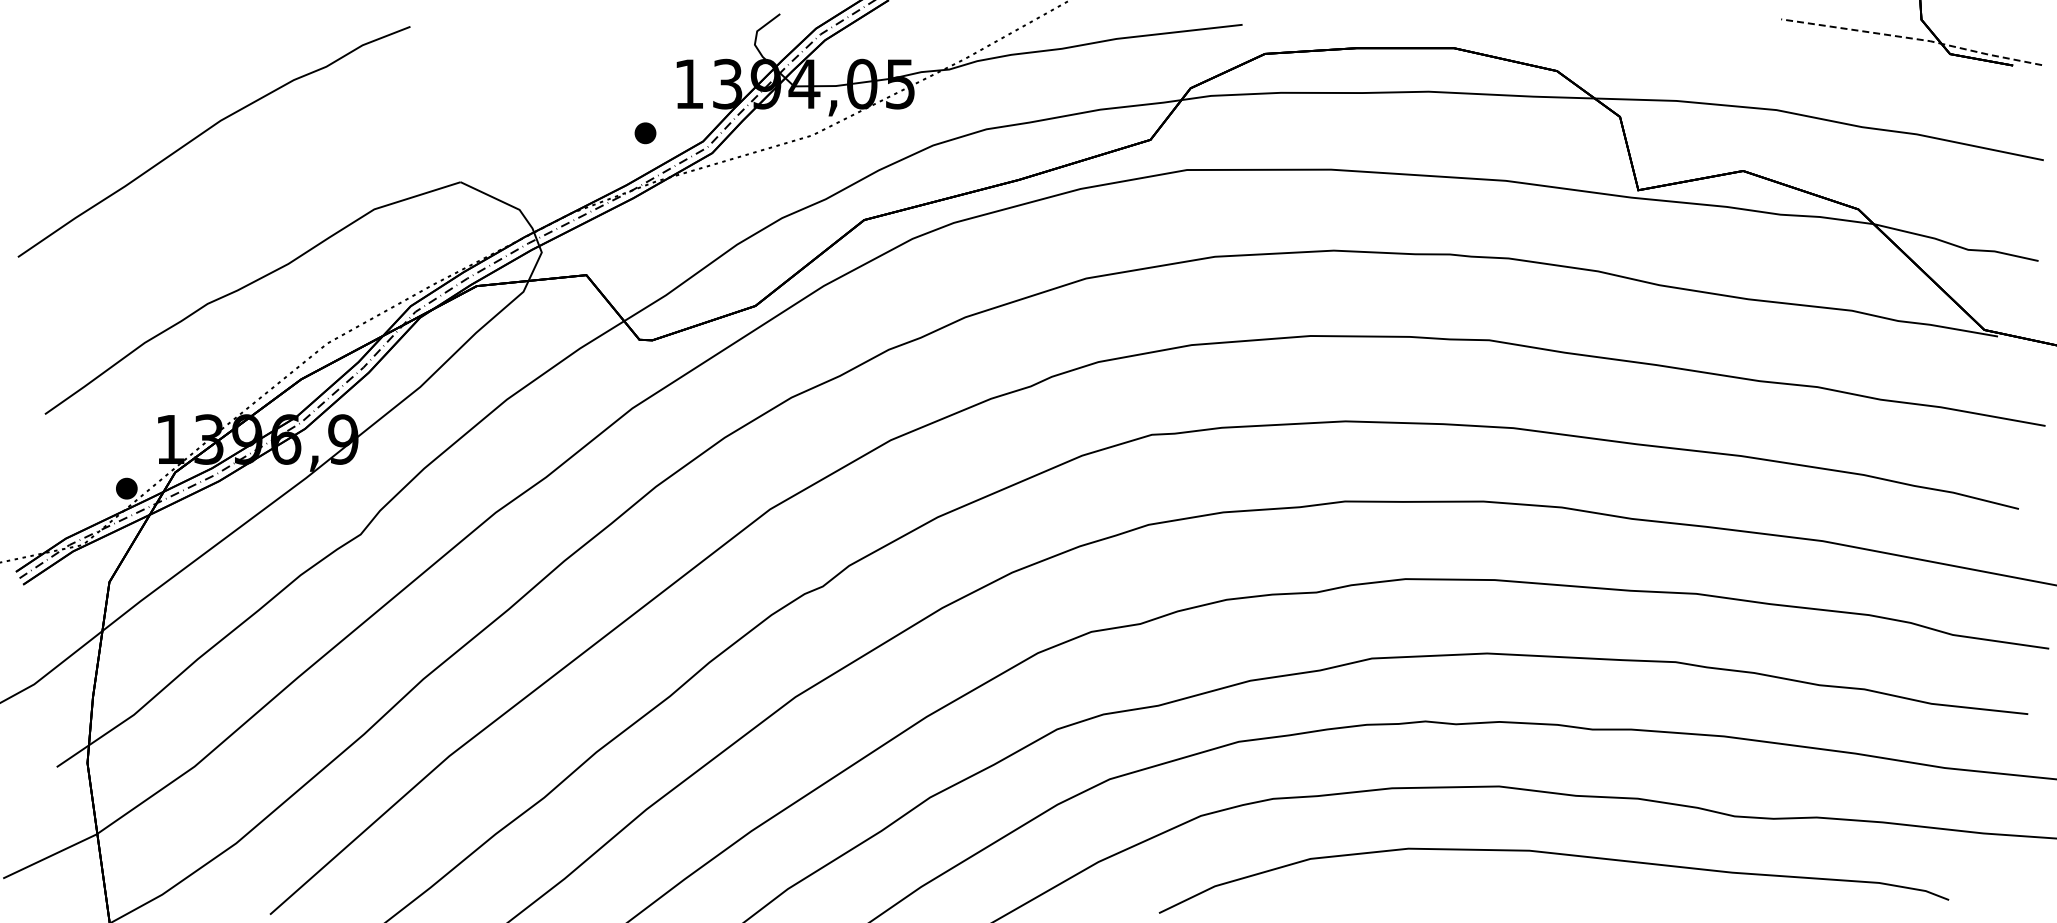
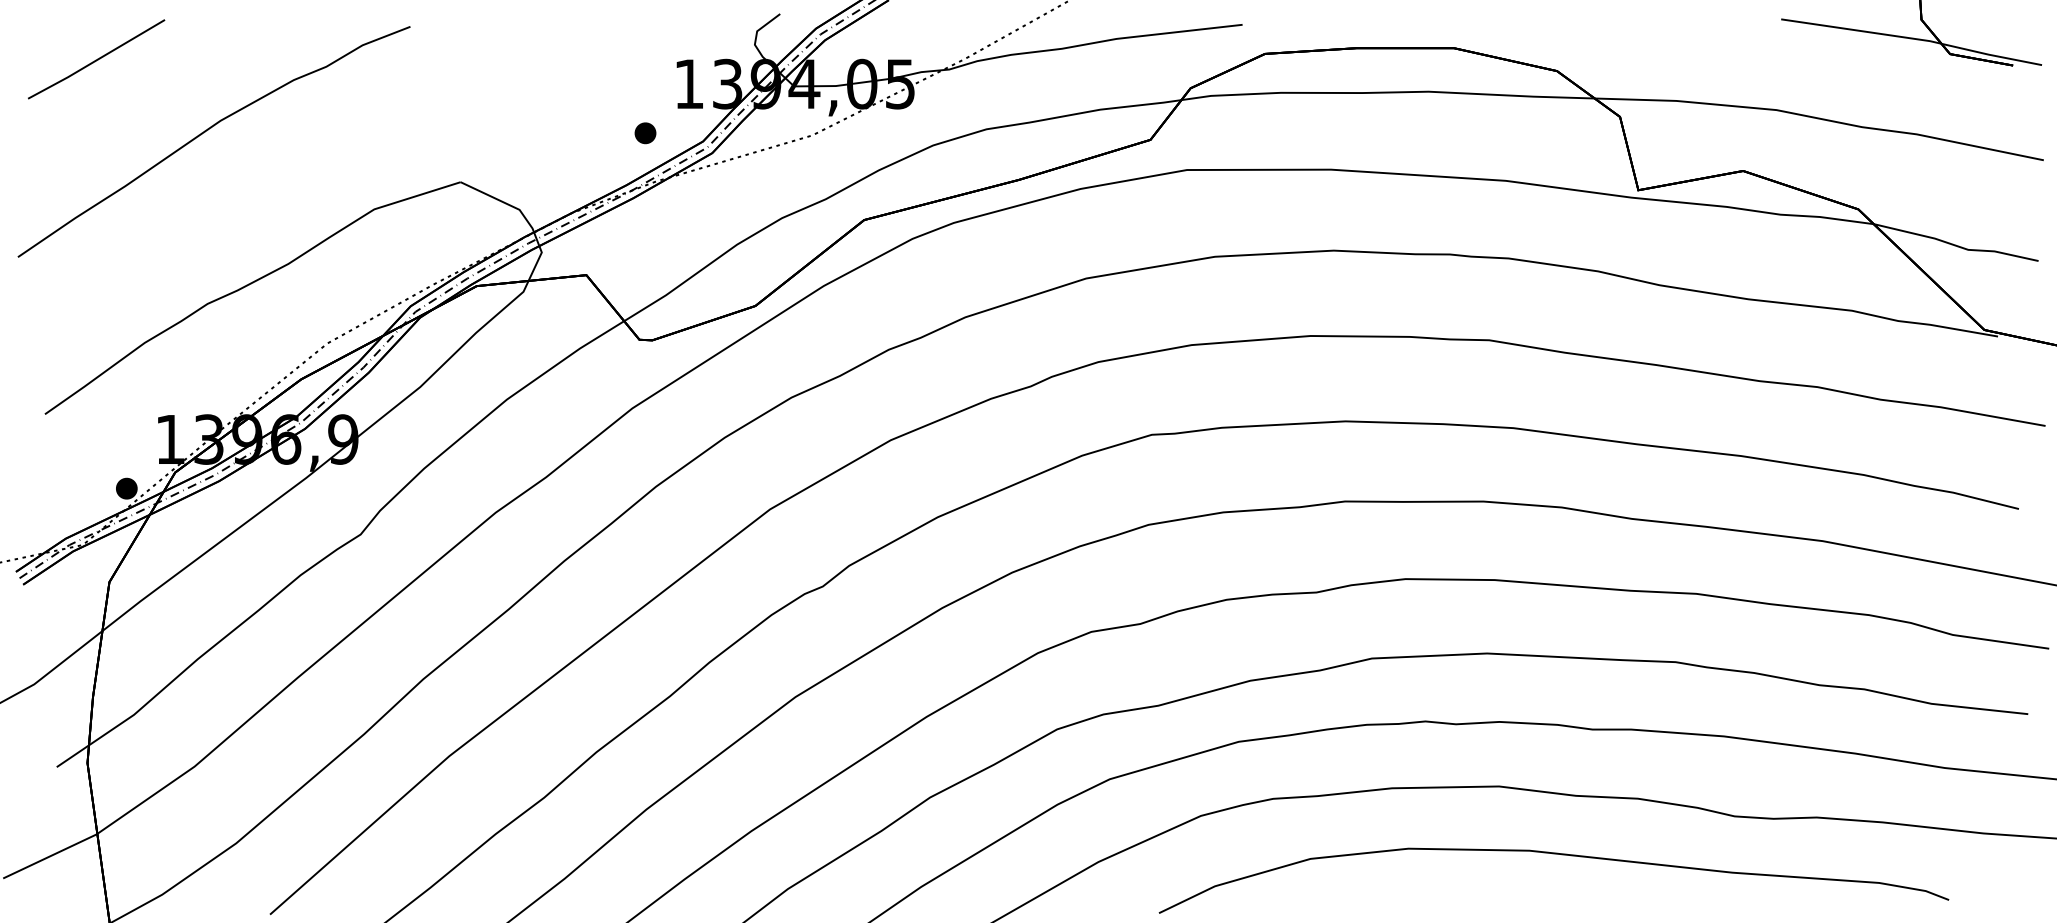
line at (1913, 38): dashed -> solid
line at (96, 59): none -> present
